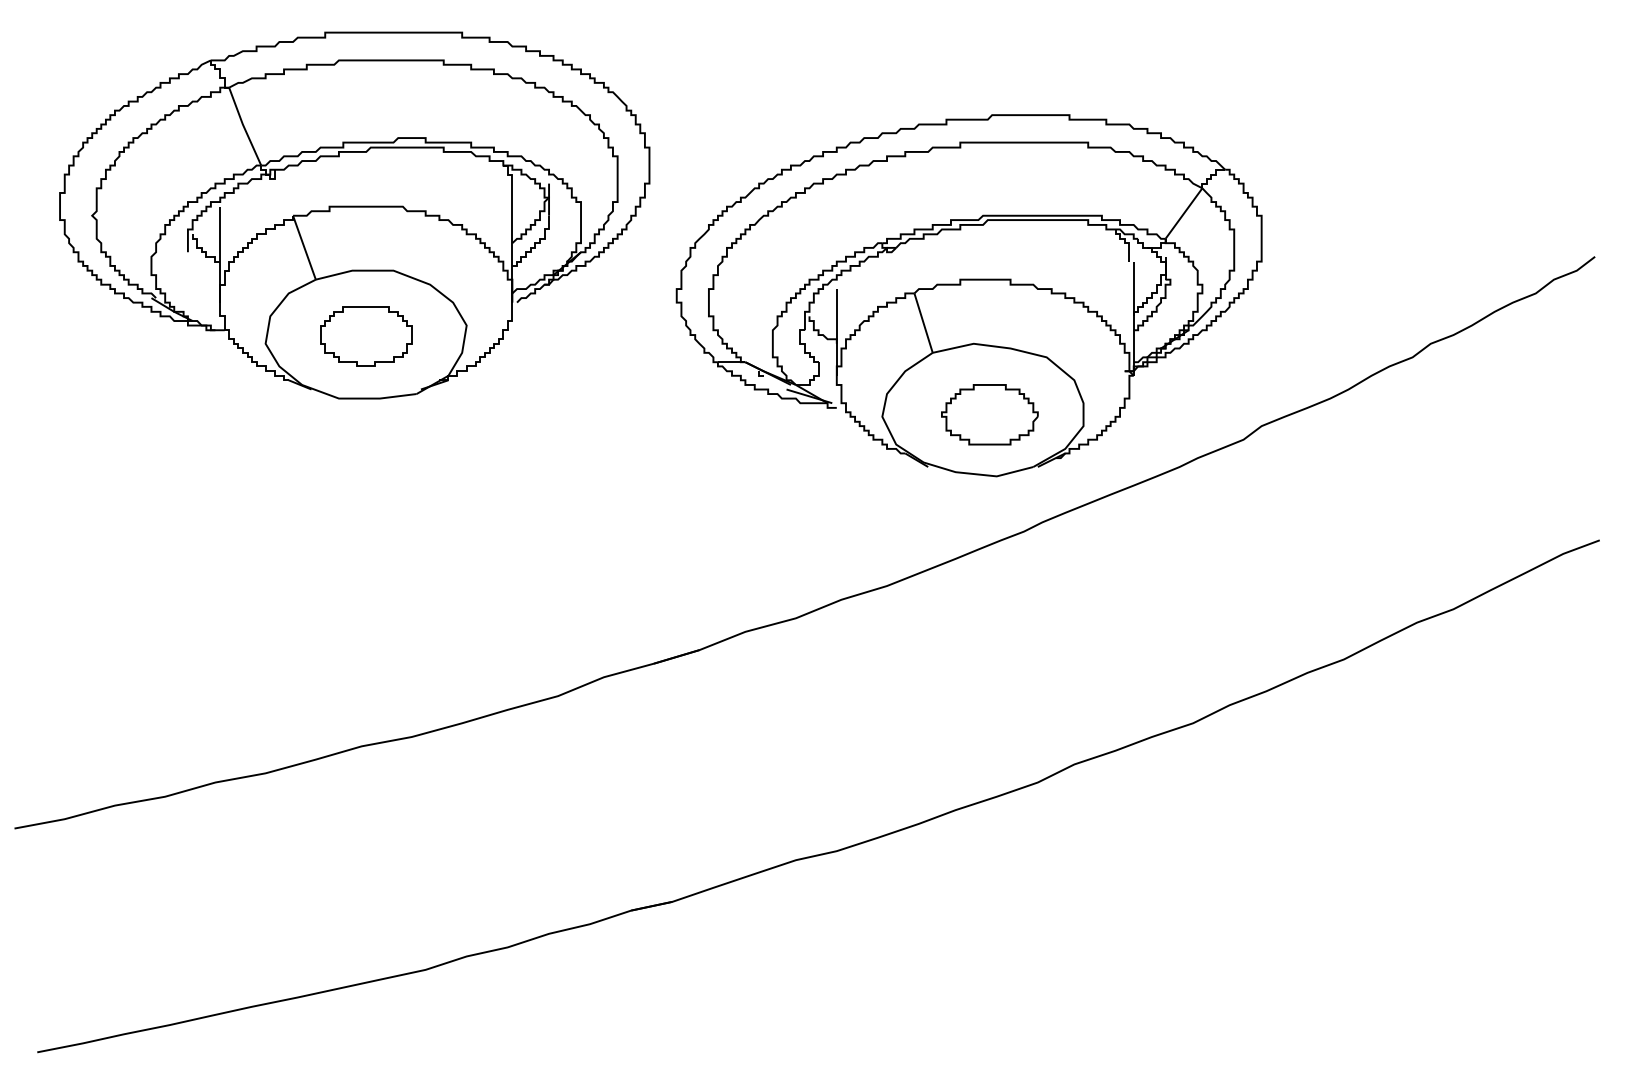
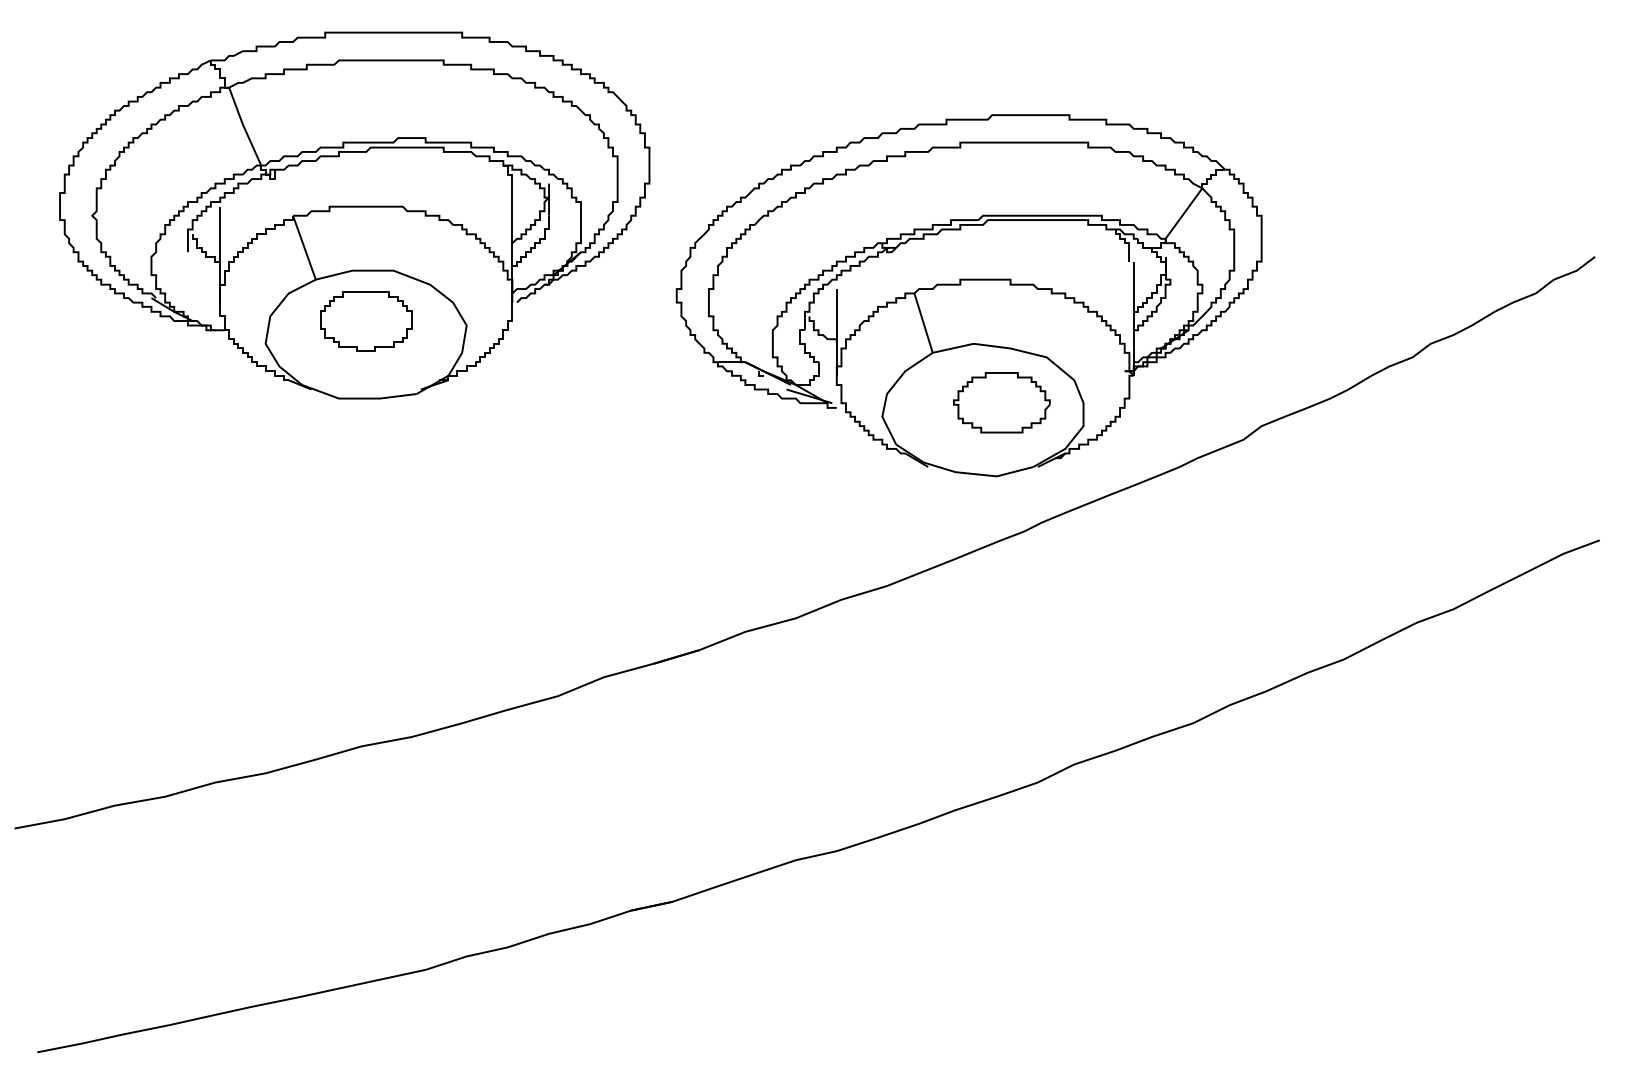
part at (366, 336) position: (366, 336) -> (366, 321)
part at (989, 414) position: (989, 414) -> (1001, 402)
